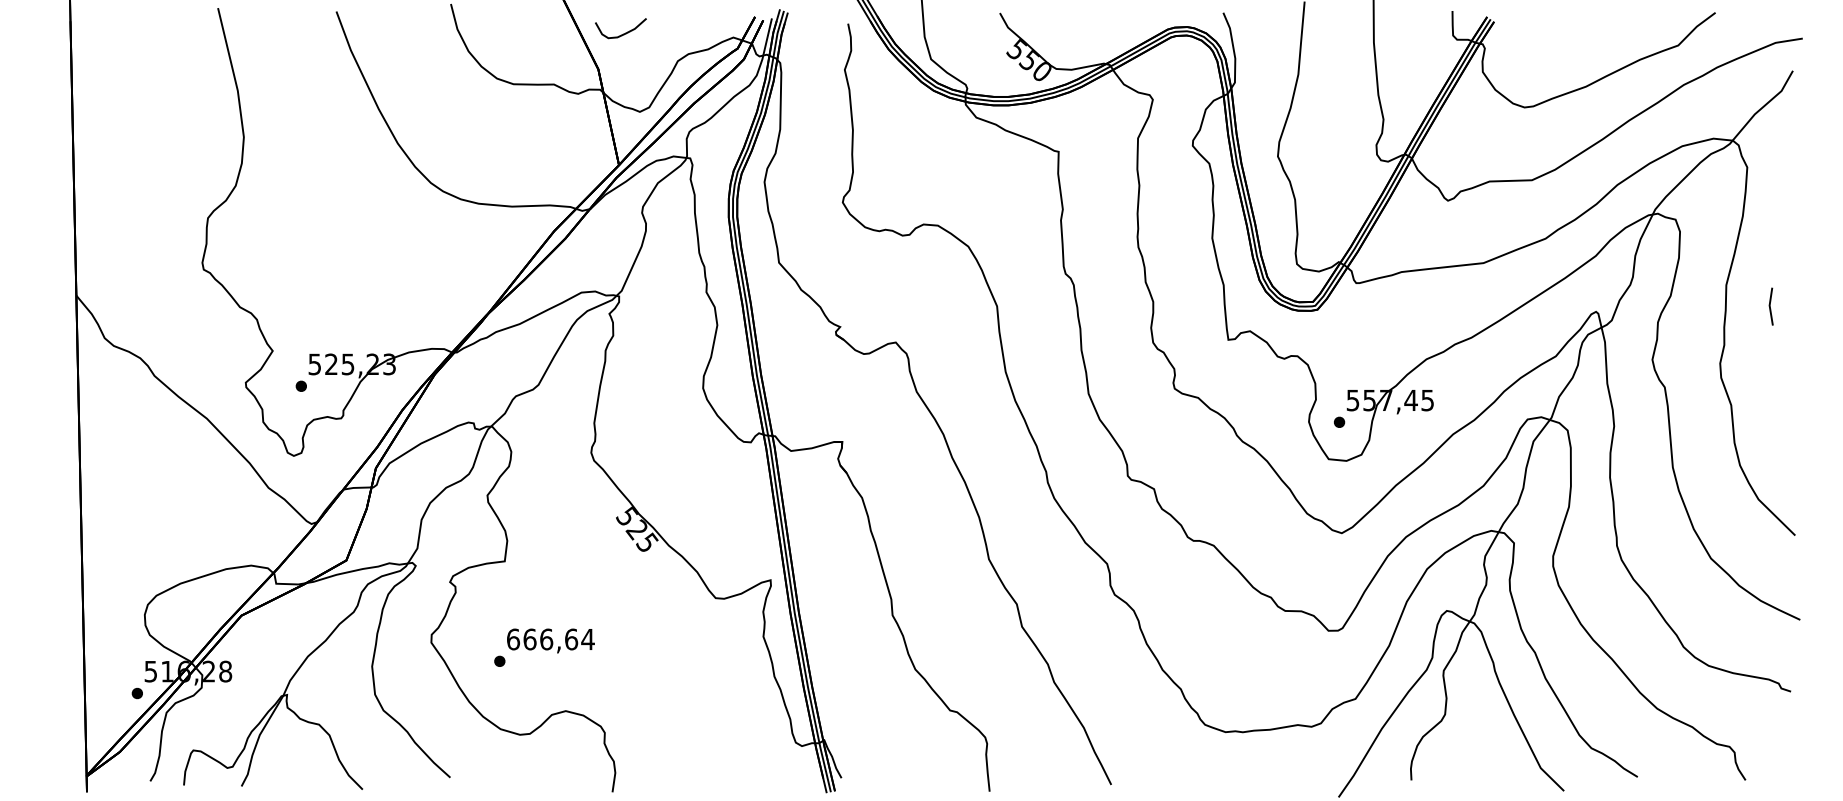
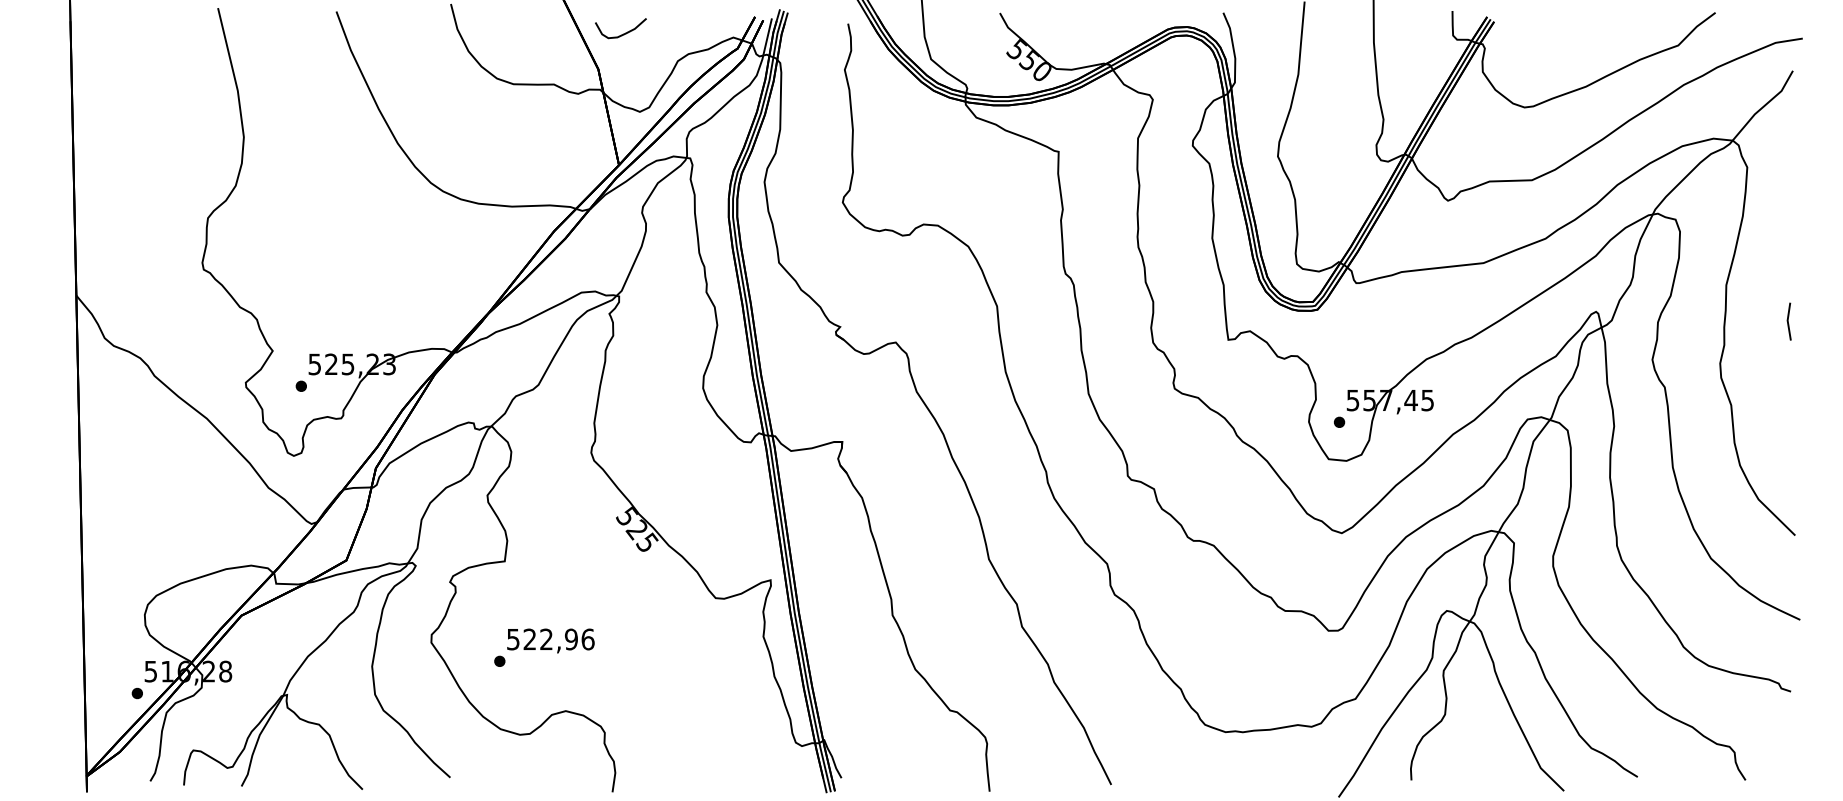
line at (1770, 306) position: (1770, 306) -> (1788, 321)
text at (550, 639): 666,64 -> 522,96
